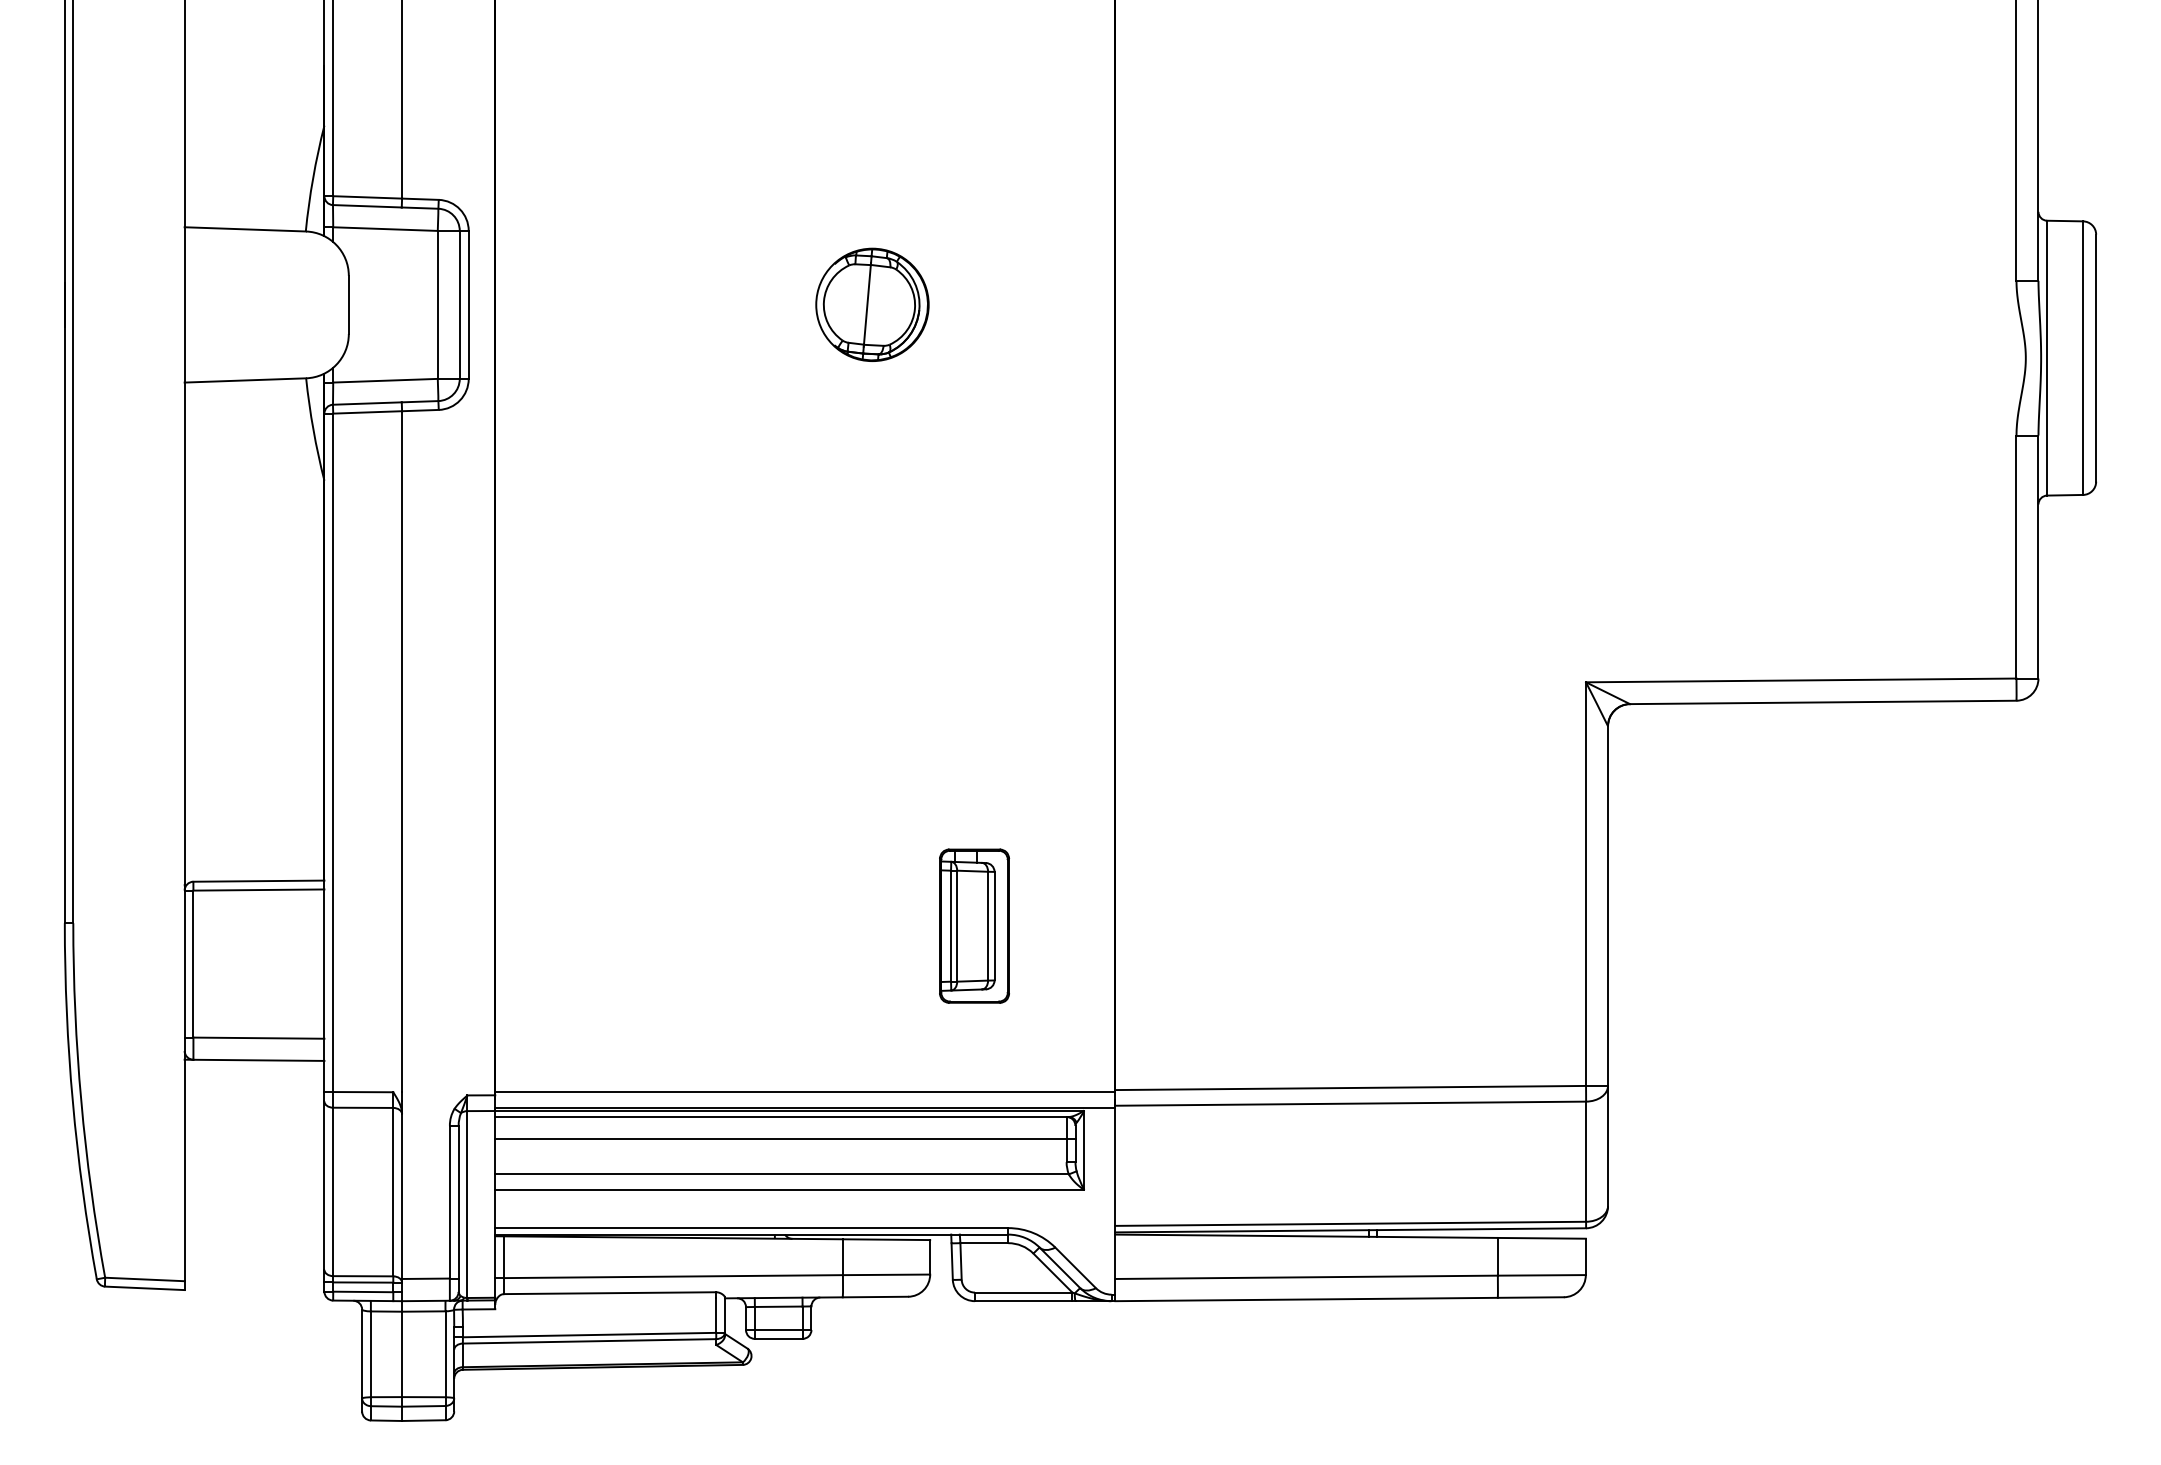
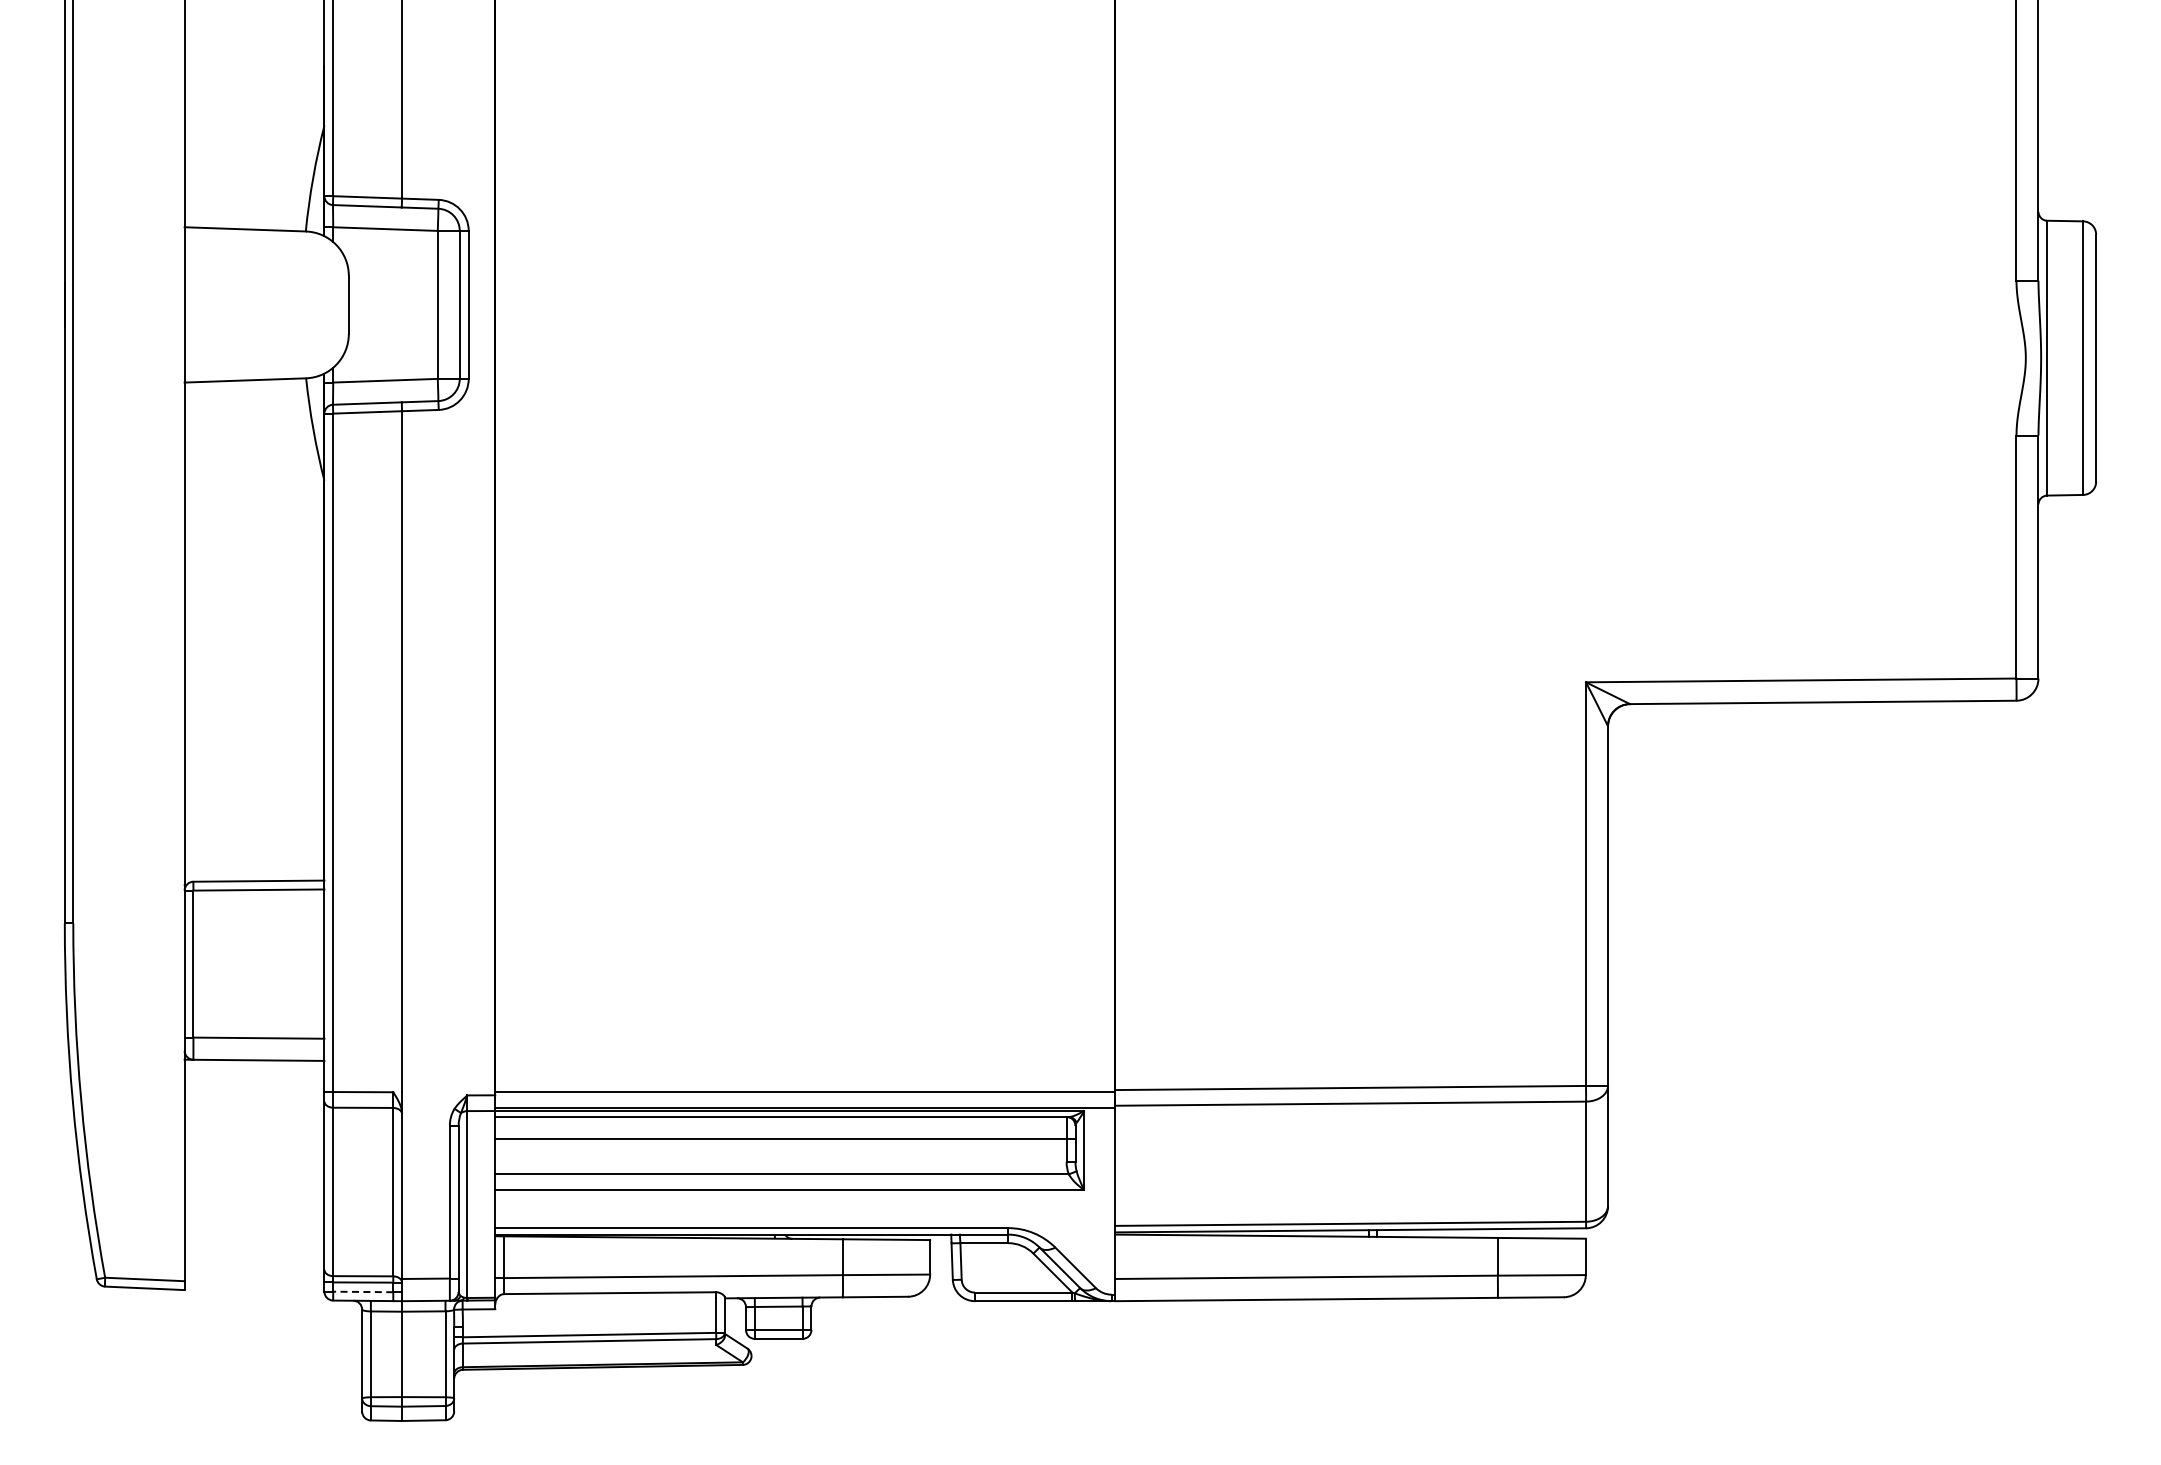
part at (872, 304): present -> none
part at (974, 925): present -> none
line at (362, 1291): solid -> dashed
